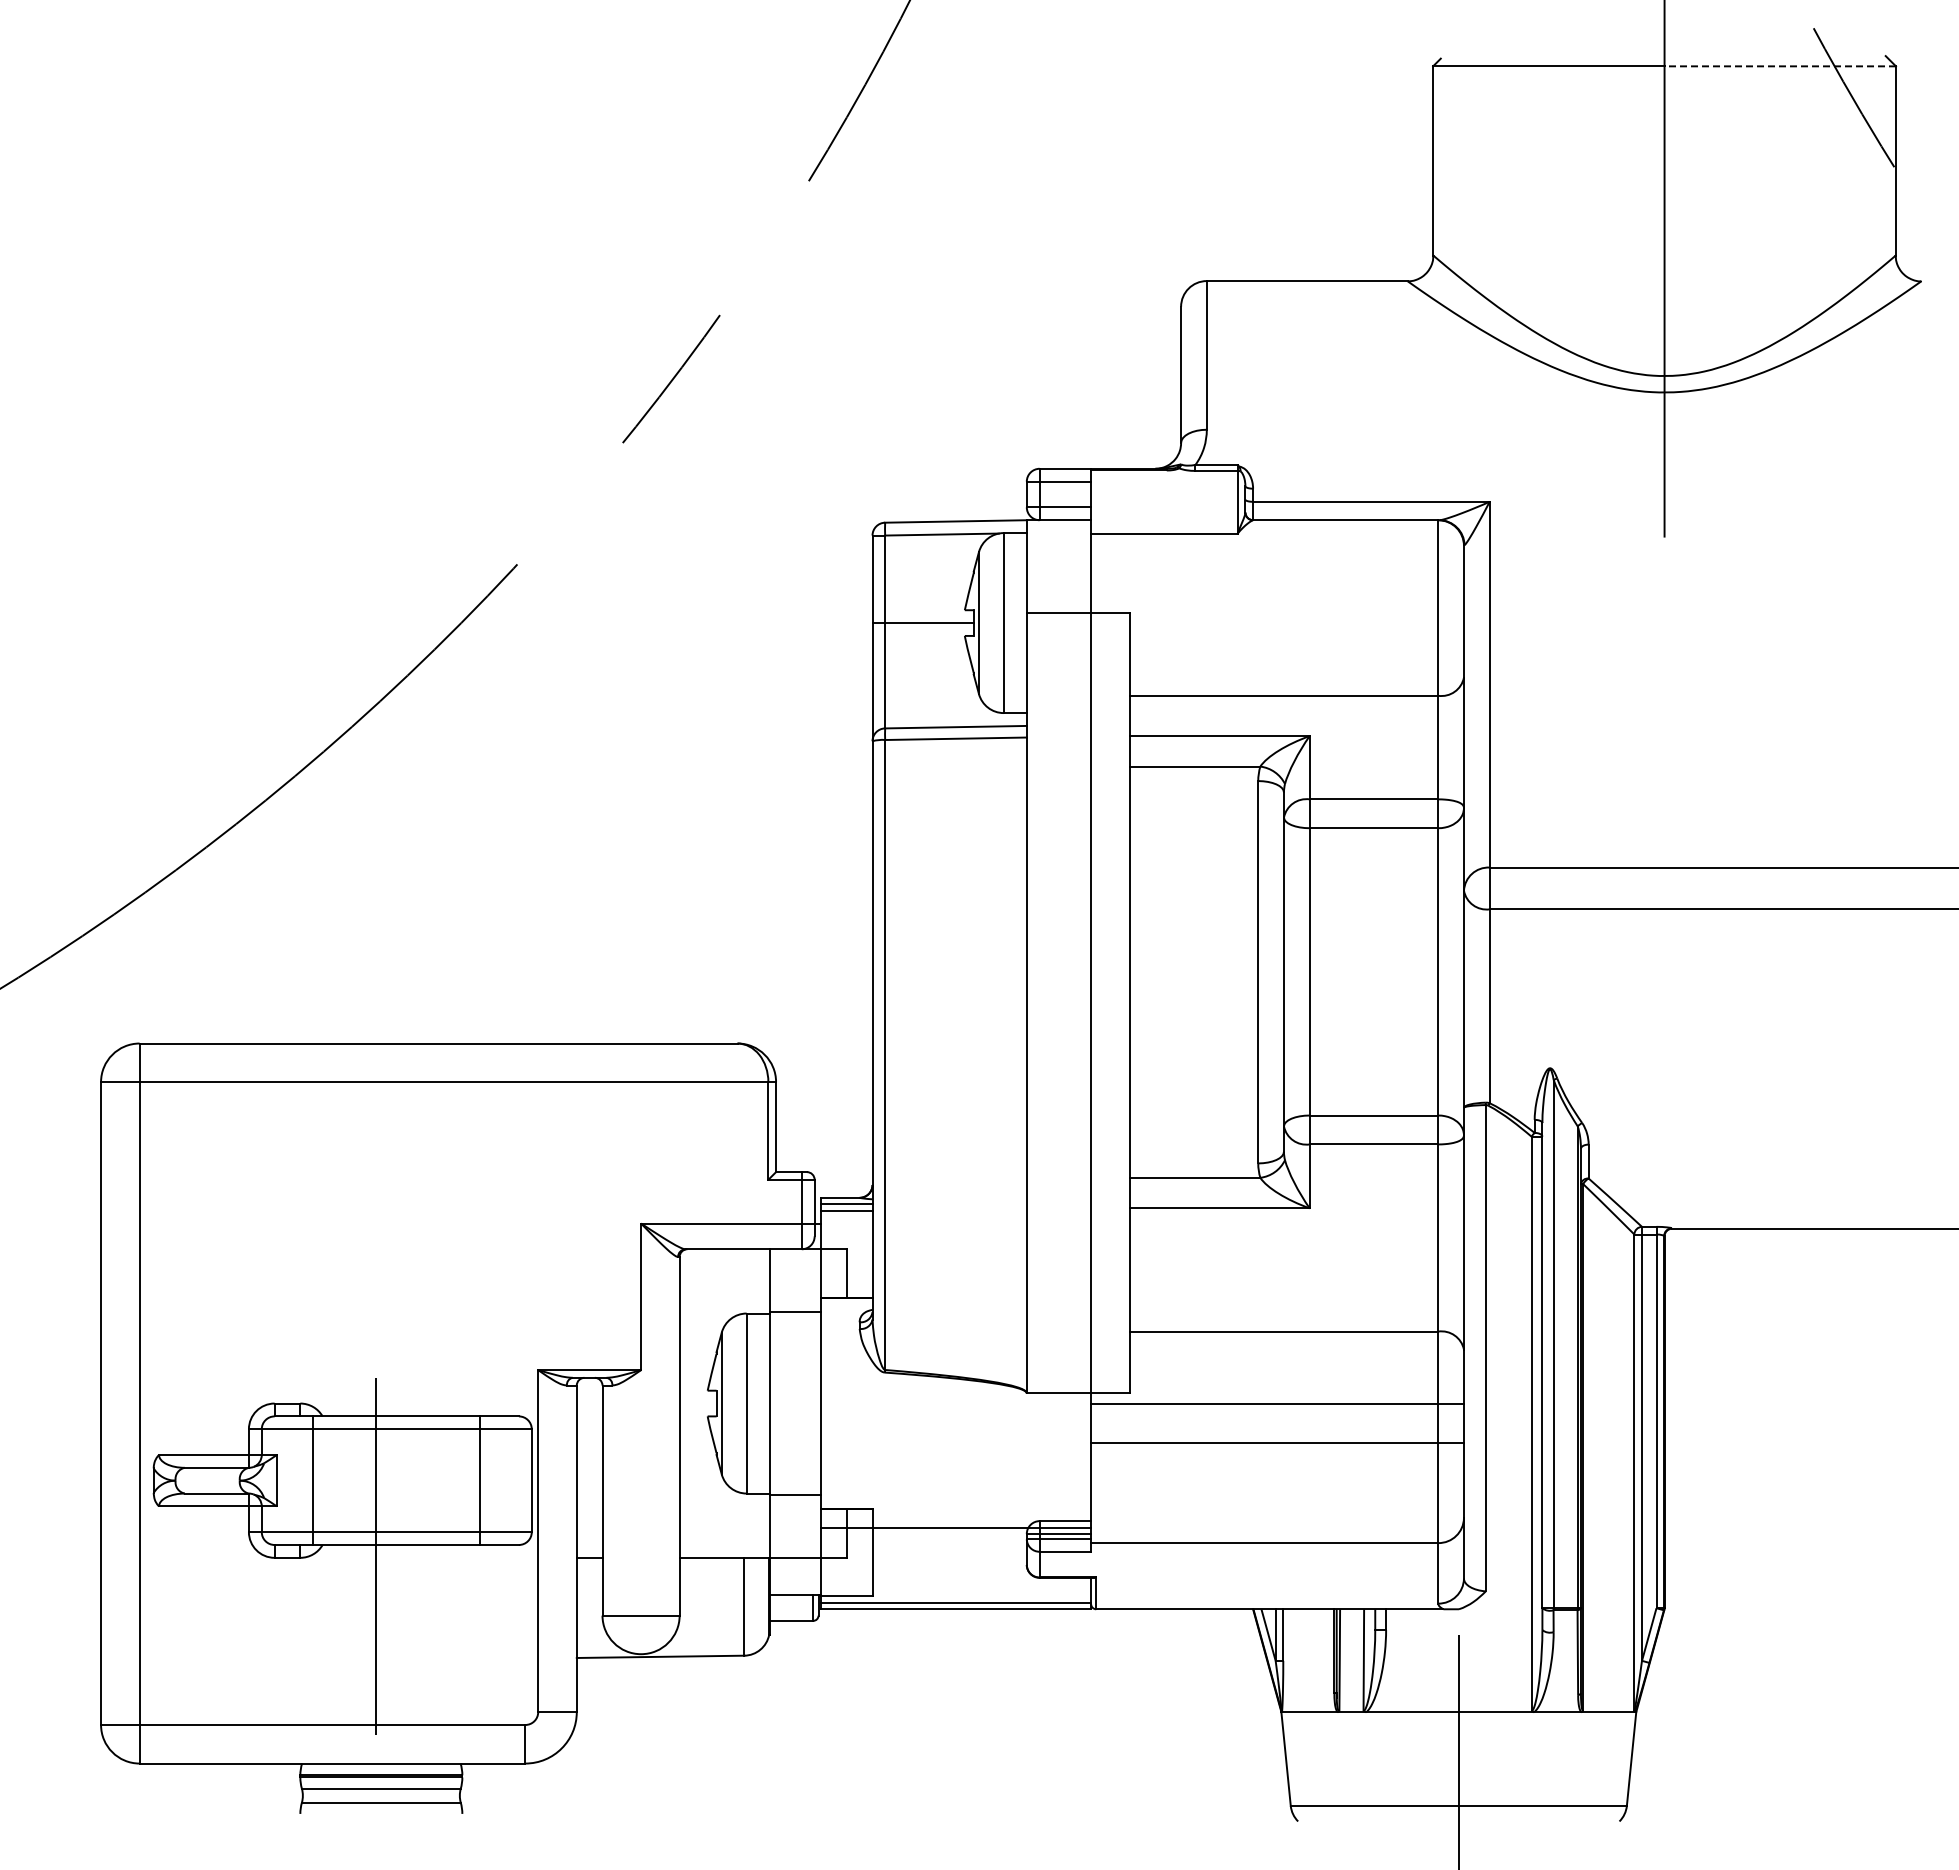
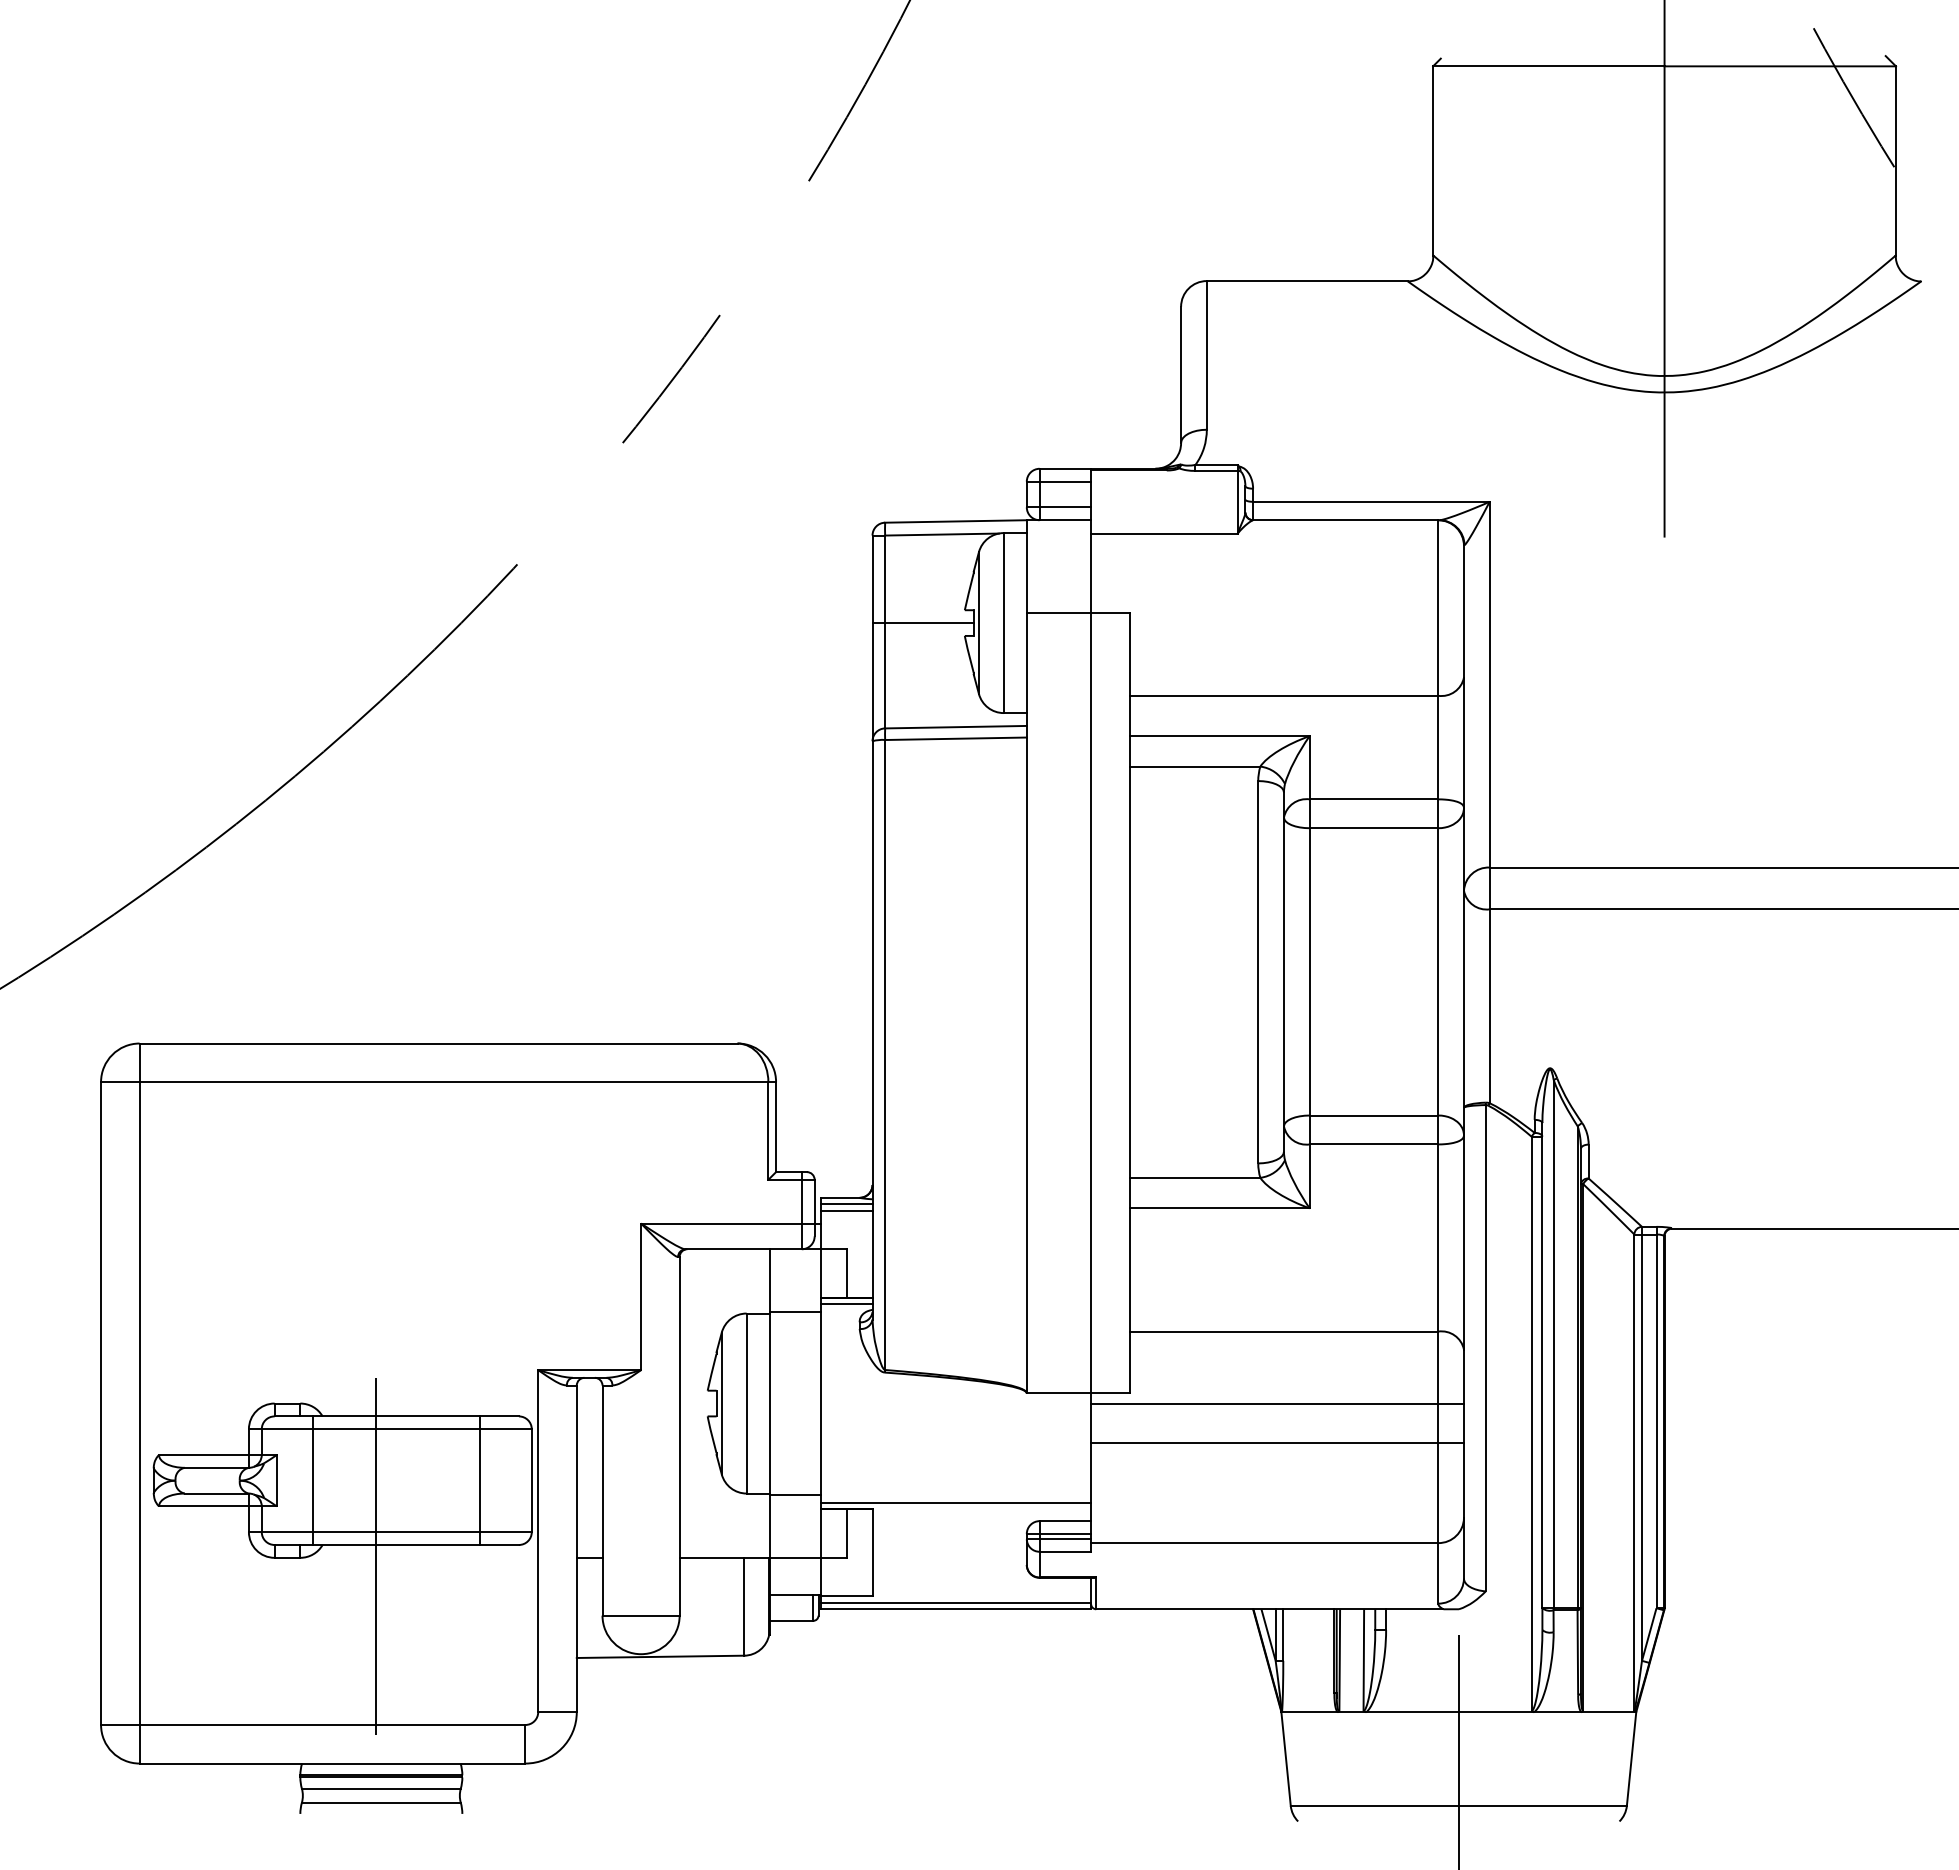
line at (1780, 66): dashed -> solid
line at (846, 1303): none -> present
line at (956, 1528) position: (956, 1528) -> (956, 1503)
